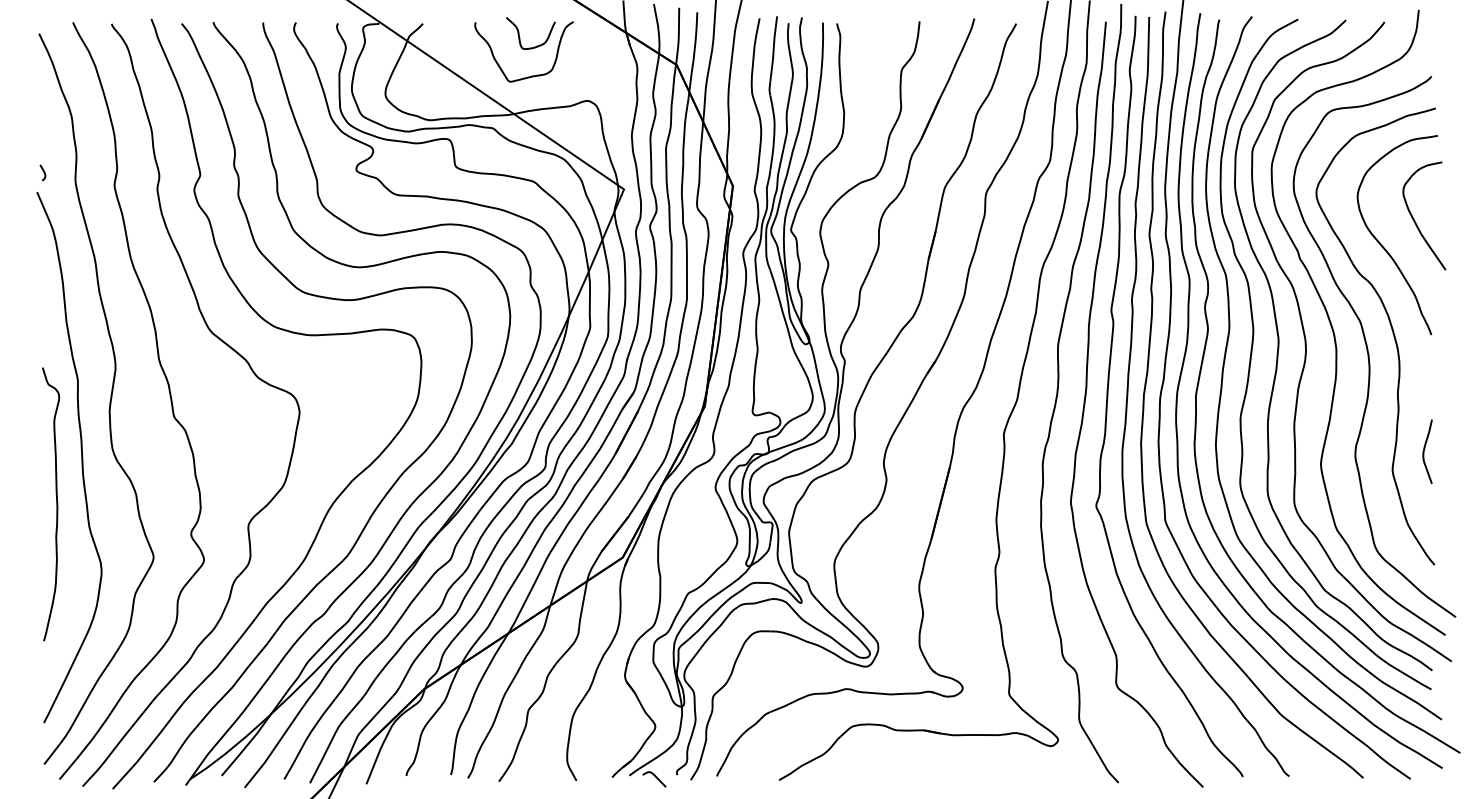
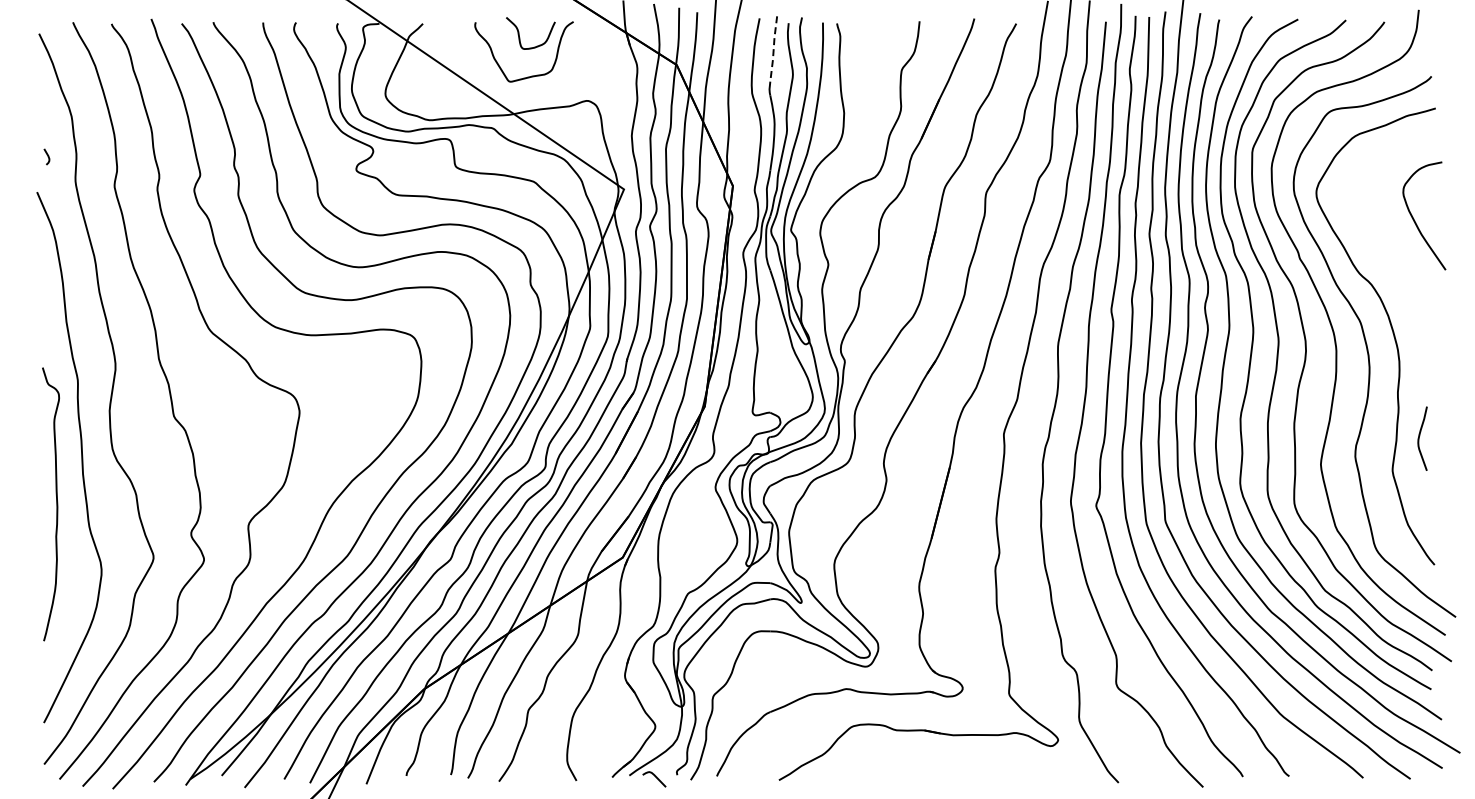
line at (773, 49): solid -> dashed
curve at (43, 172) position: (43, 172) -> (47, 156)
curve at (1384, 247): present -> none
curve at (1424, 451) position: (1424, 451) -> (1419, 438)
